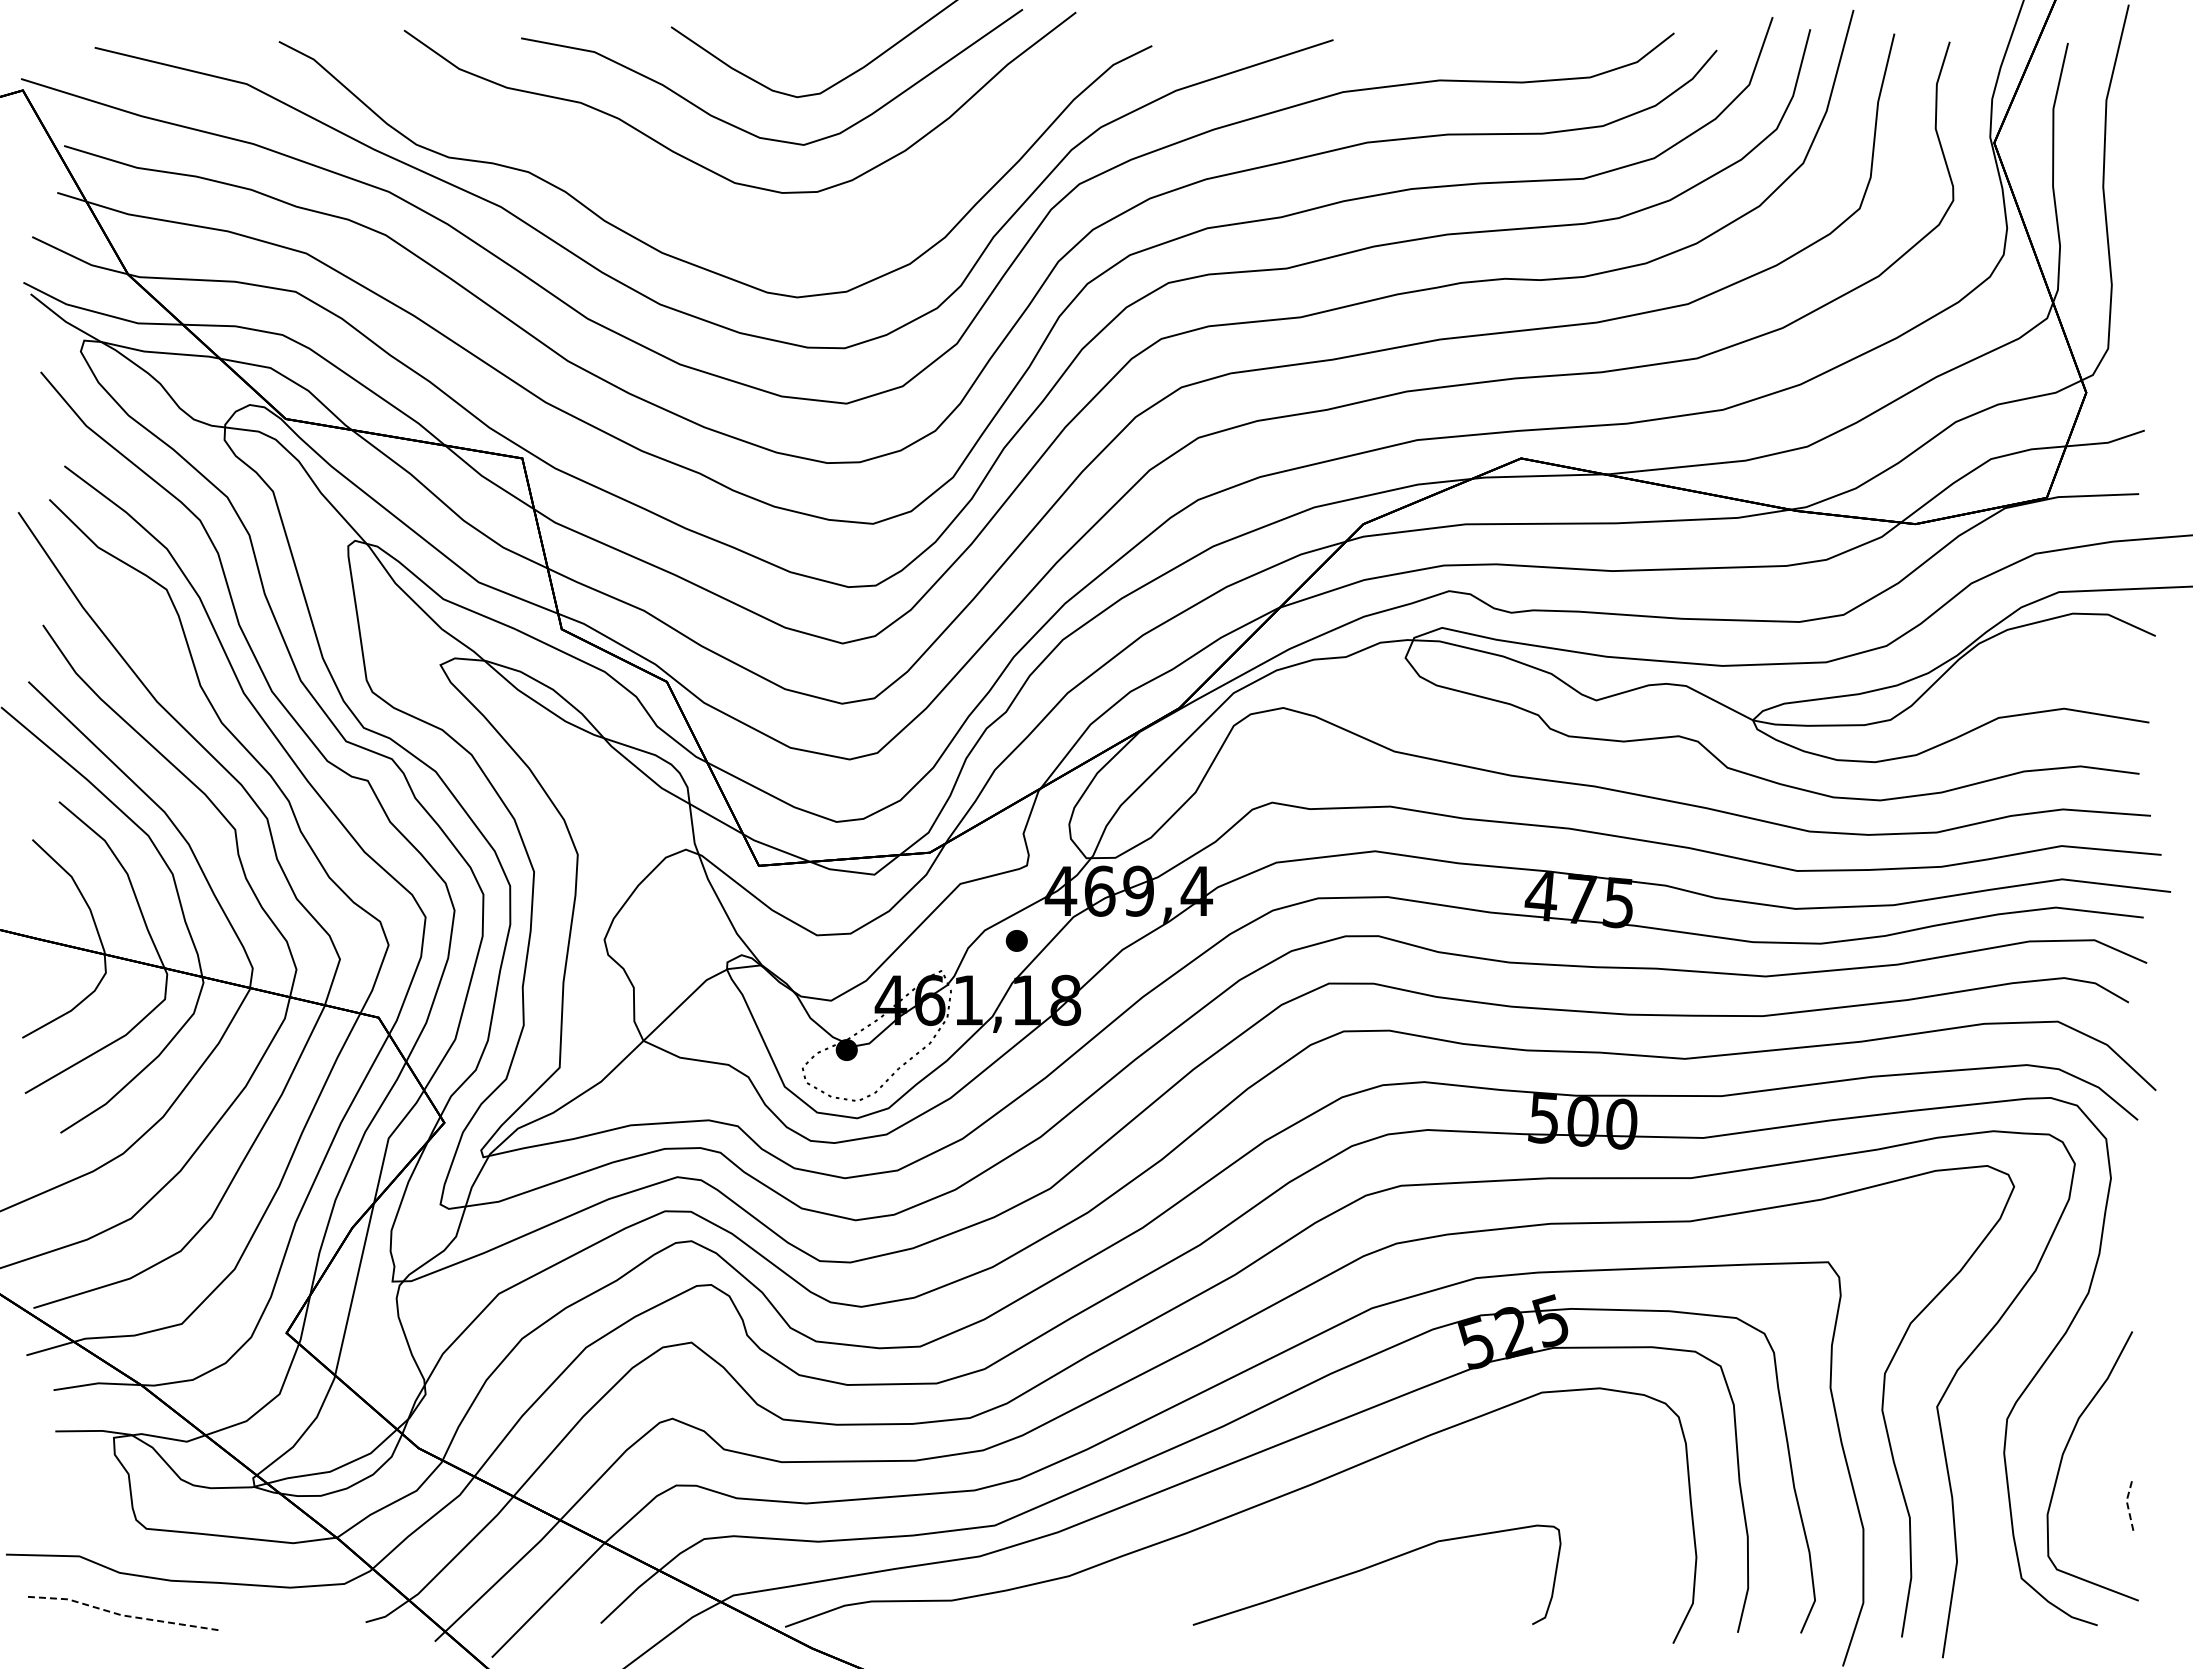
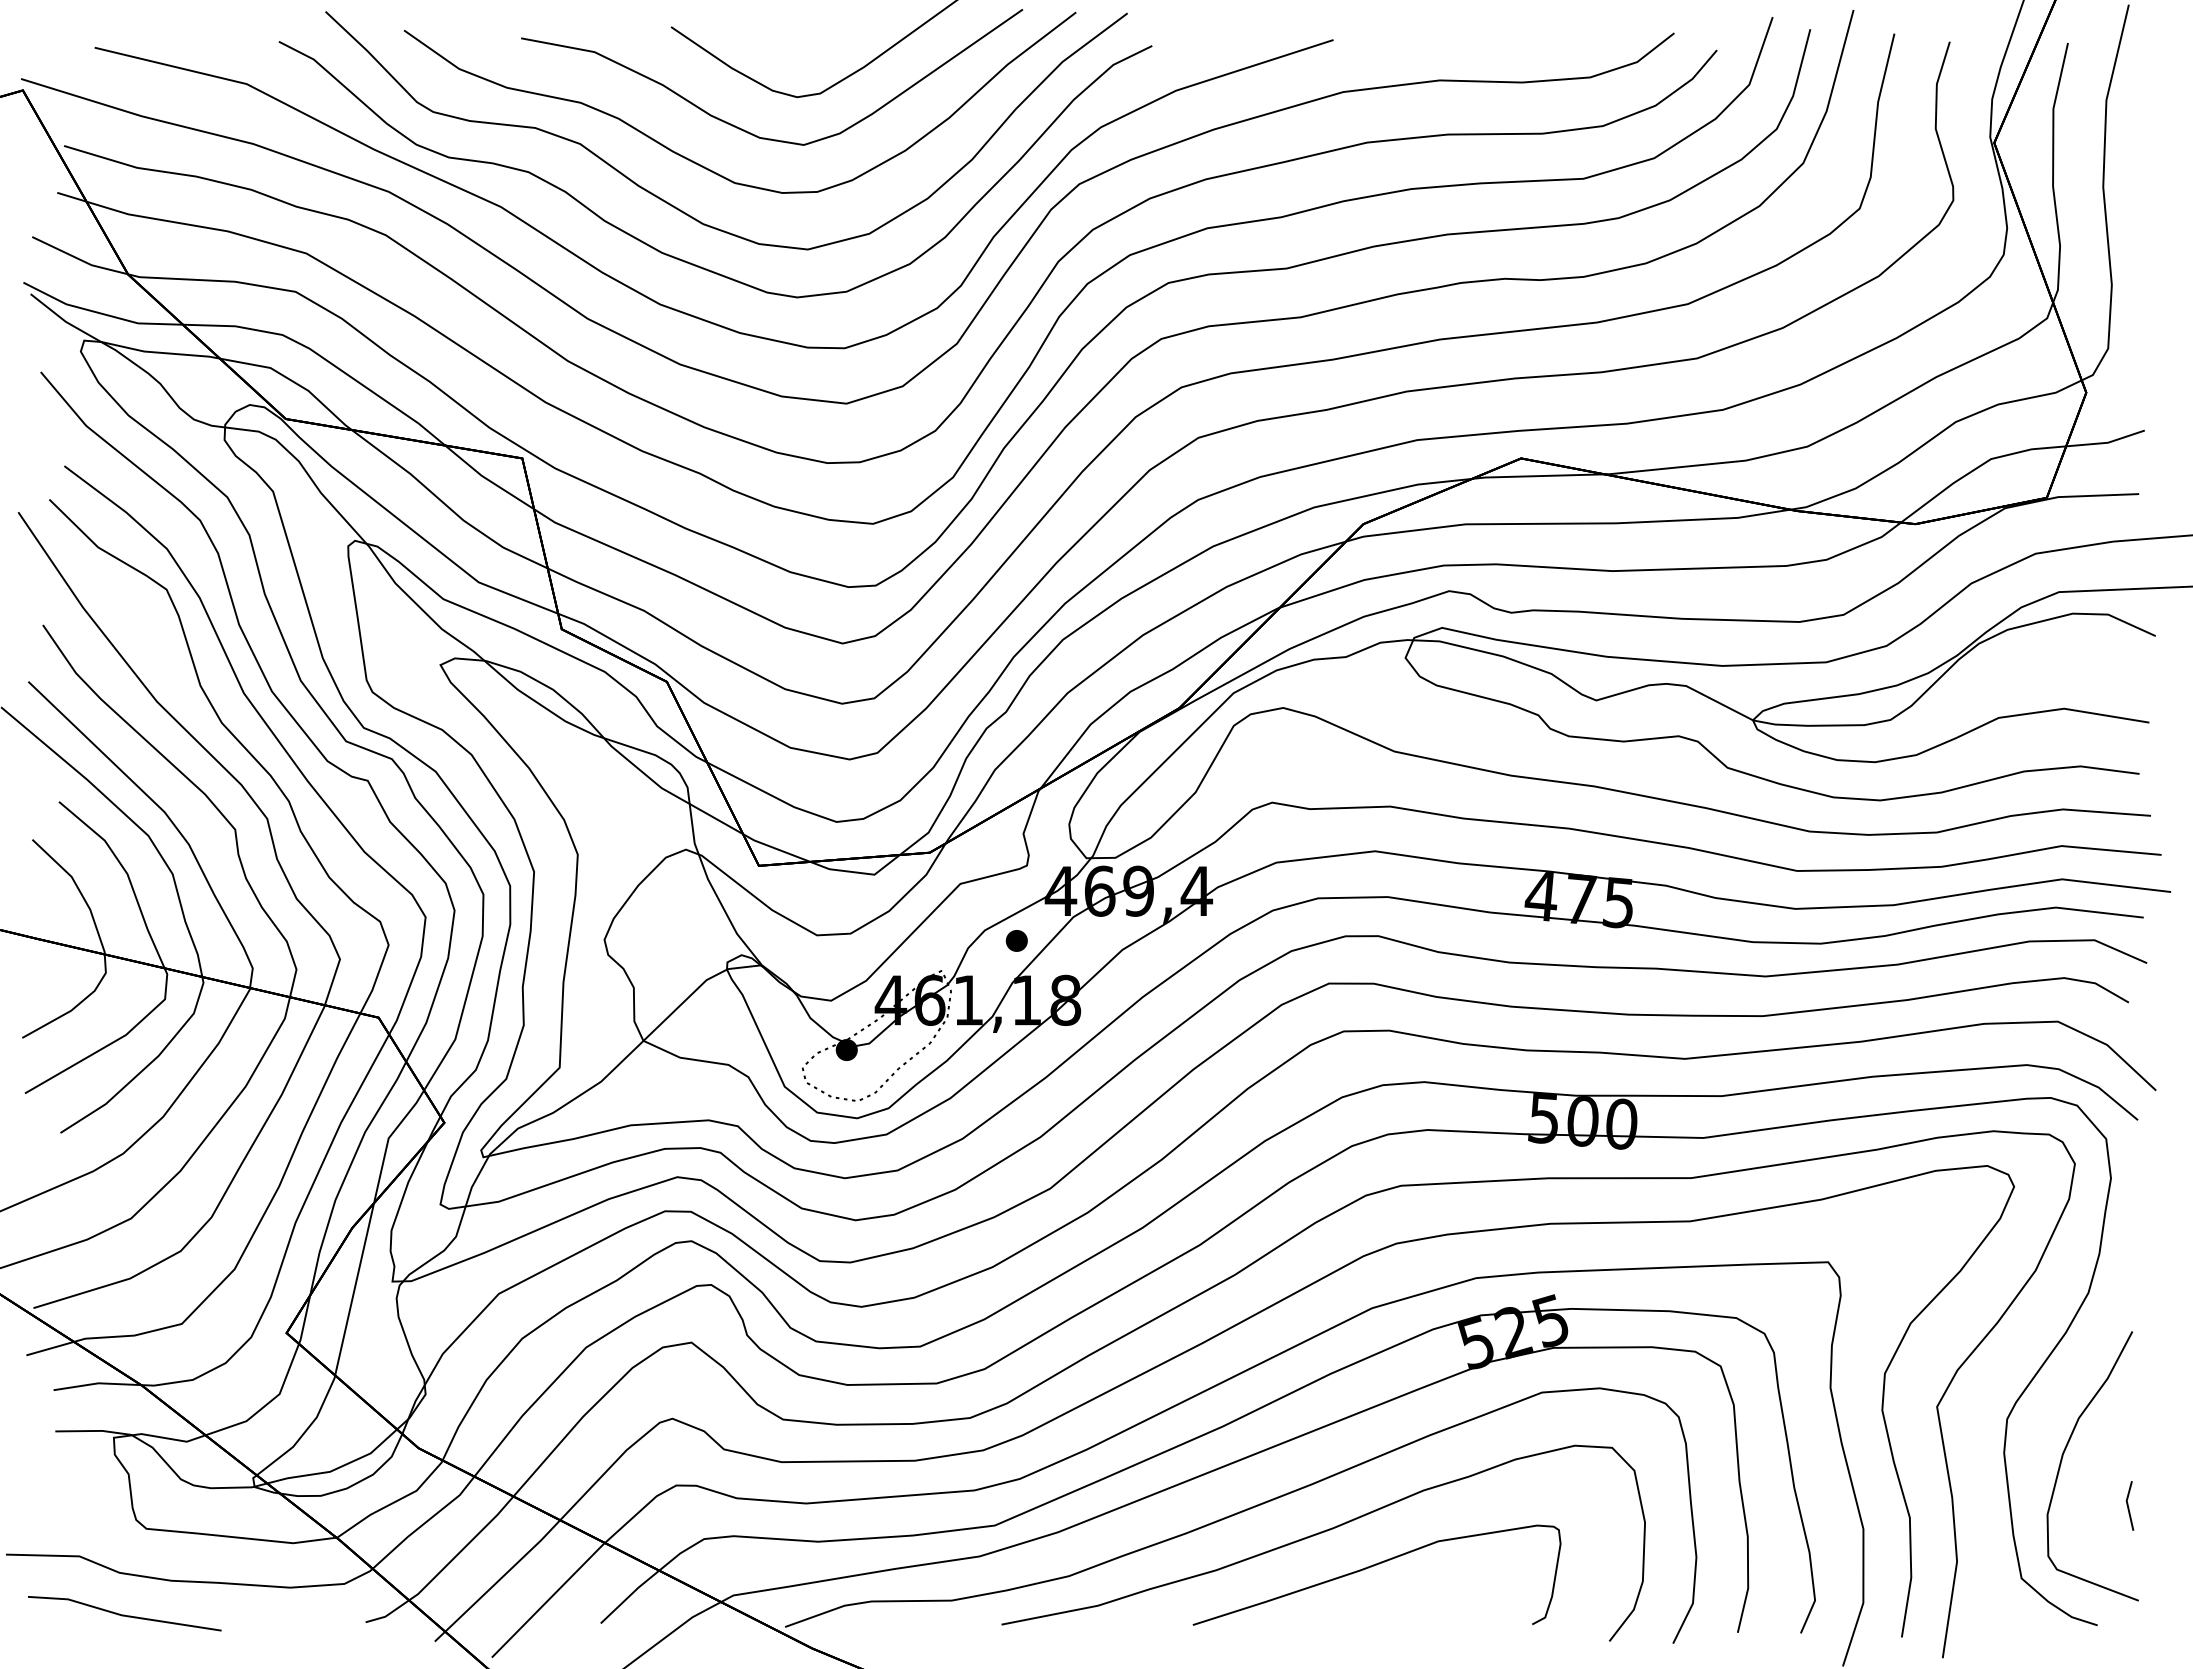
curve at (677, 207): none -> present
line at (2127, 1504): dashed -> solid
curve at (1319, 1534): none -> present
line at (122, 1615): dashed -> solid
